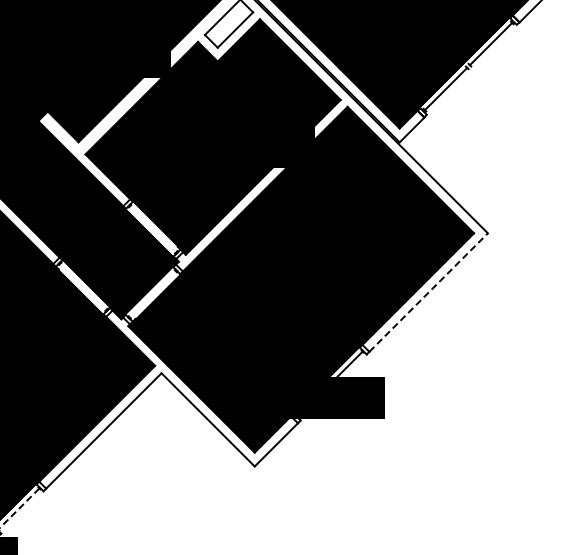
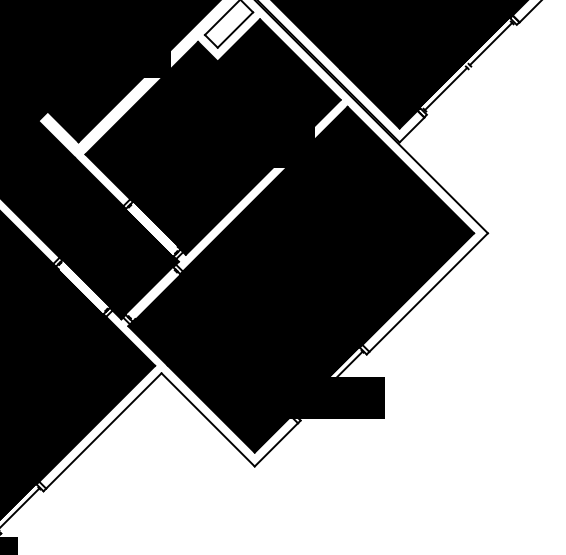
line at (428, 292): dashed -> solid
line at (19, 508): dashed -> solid
